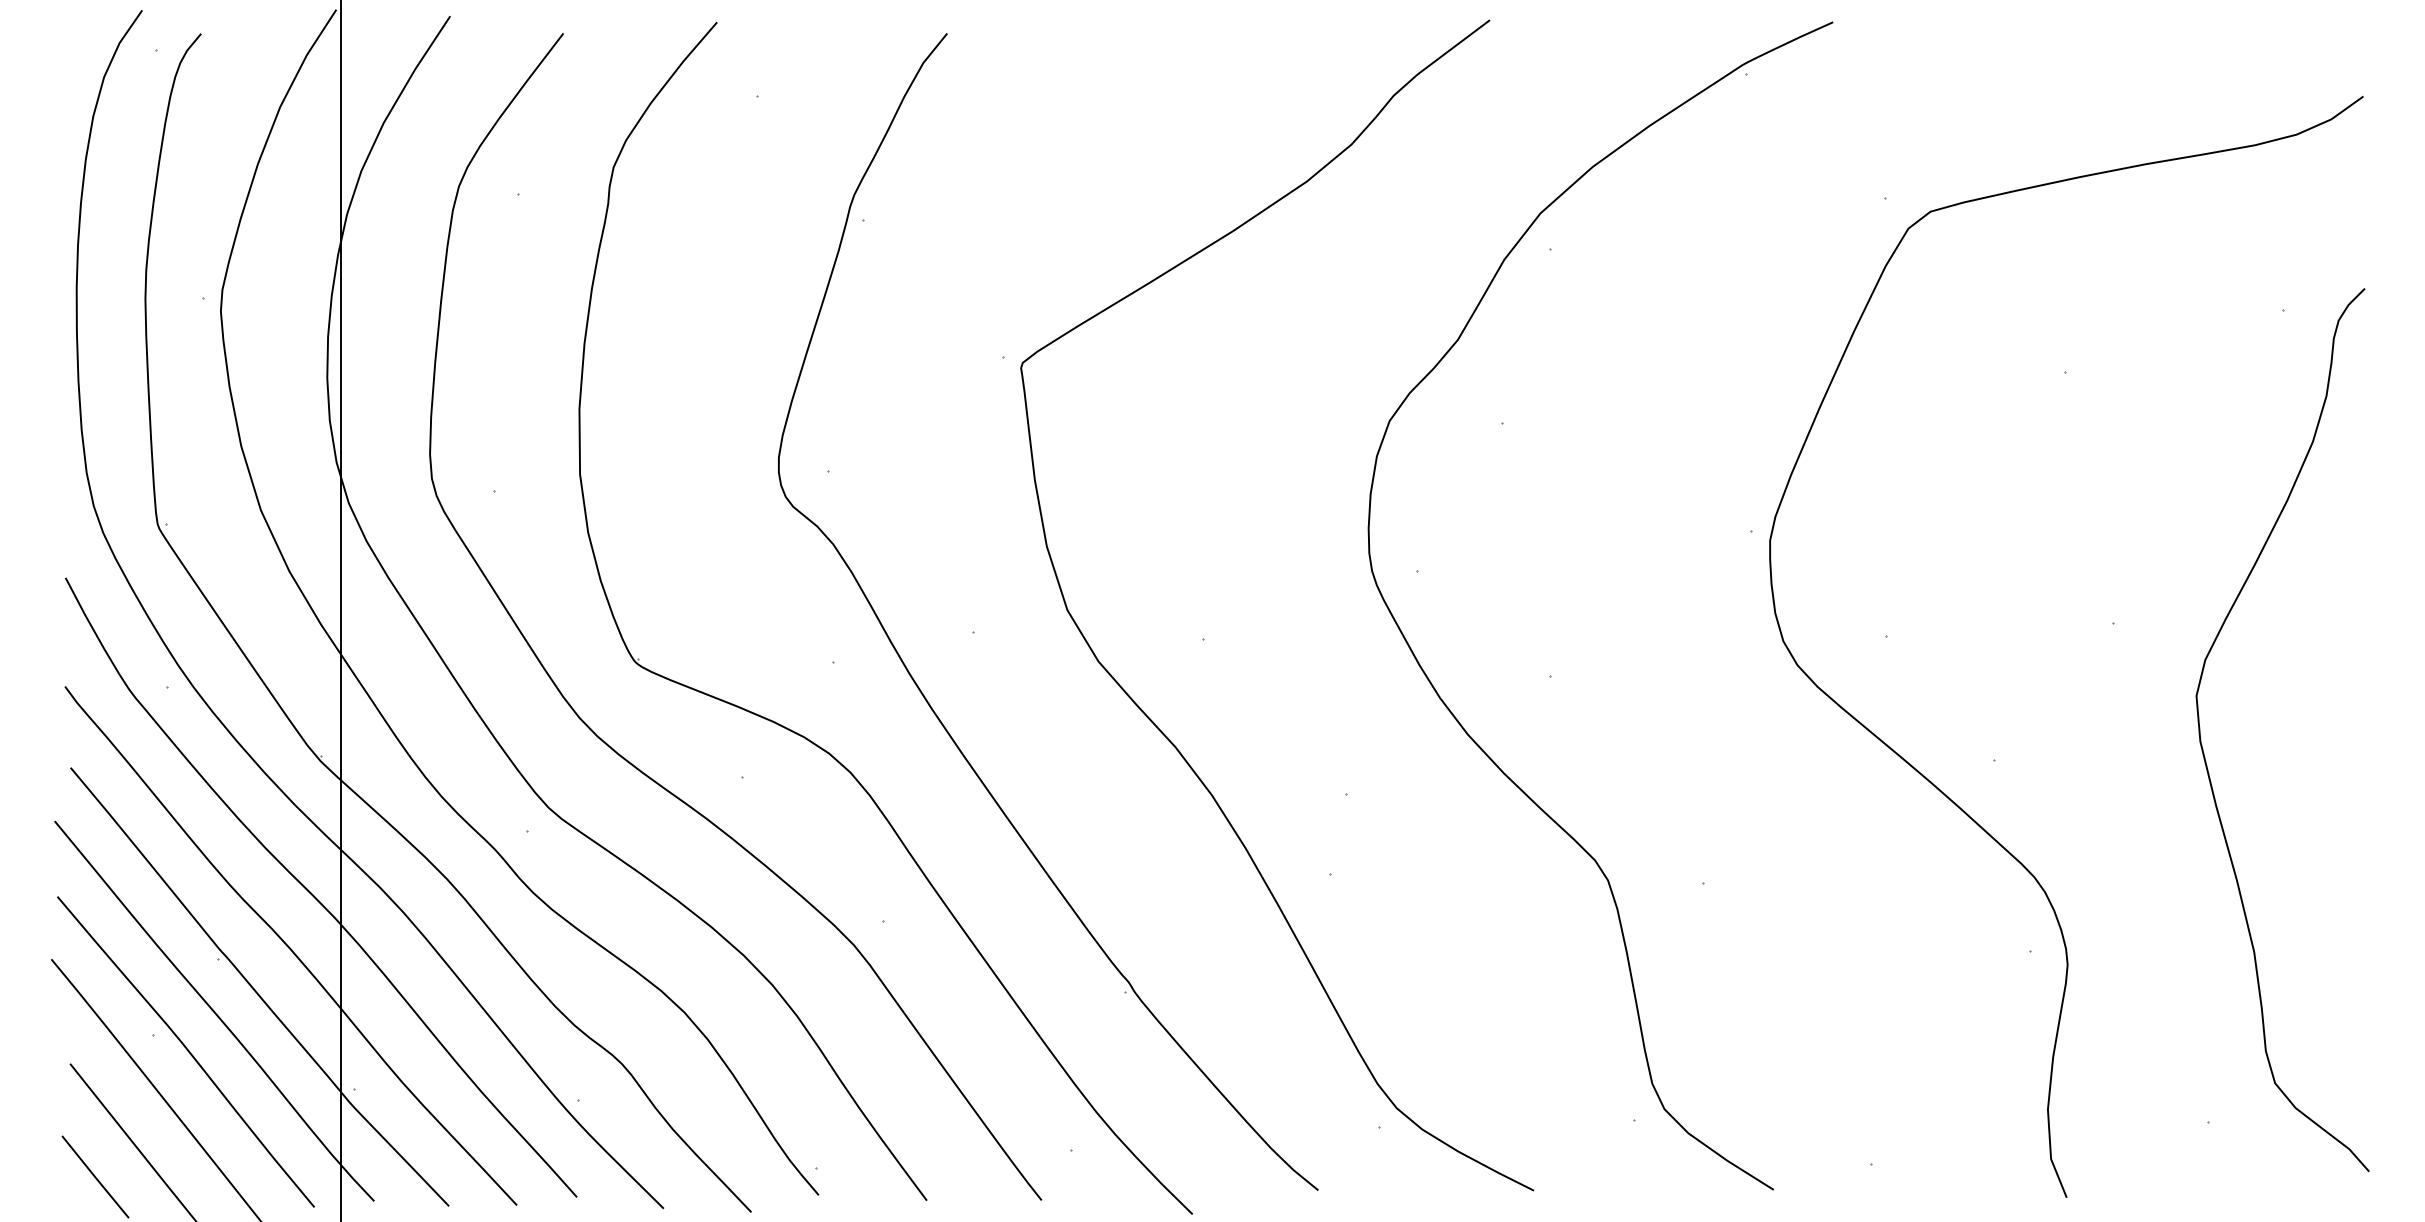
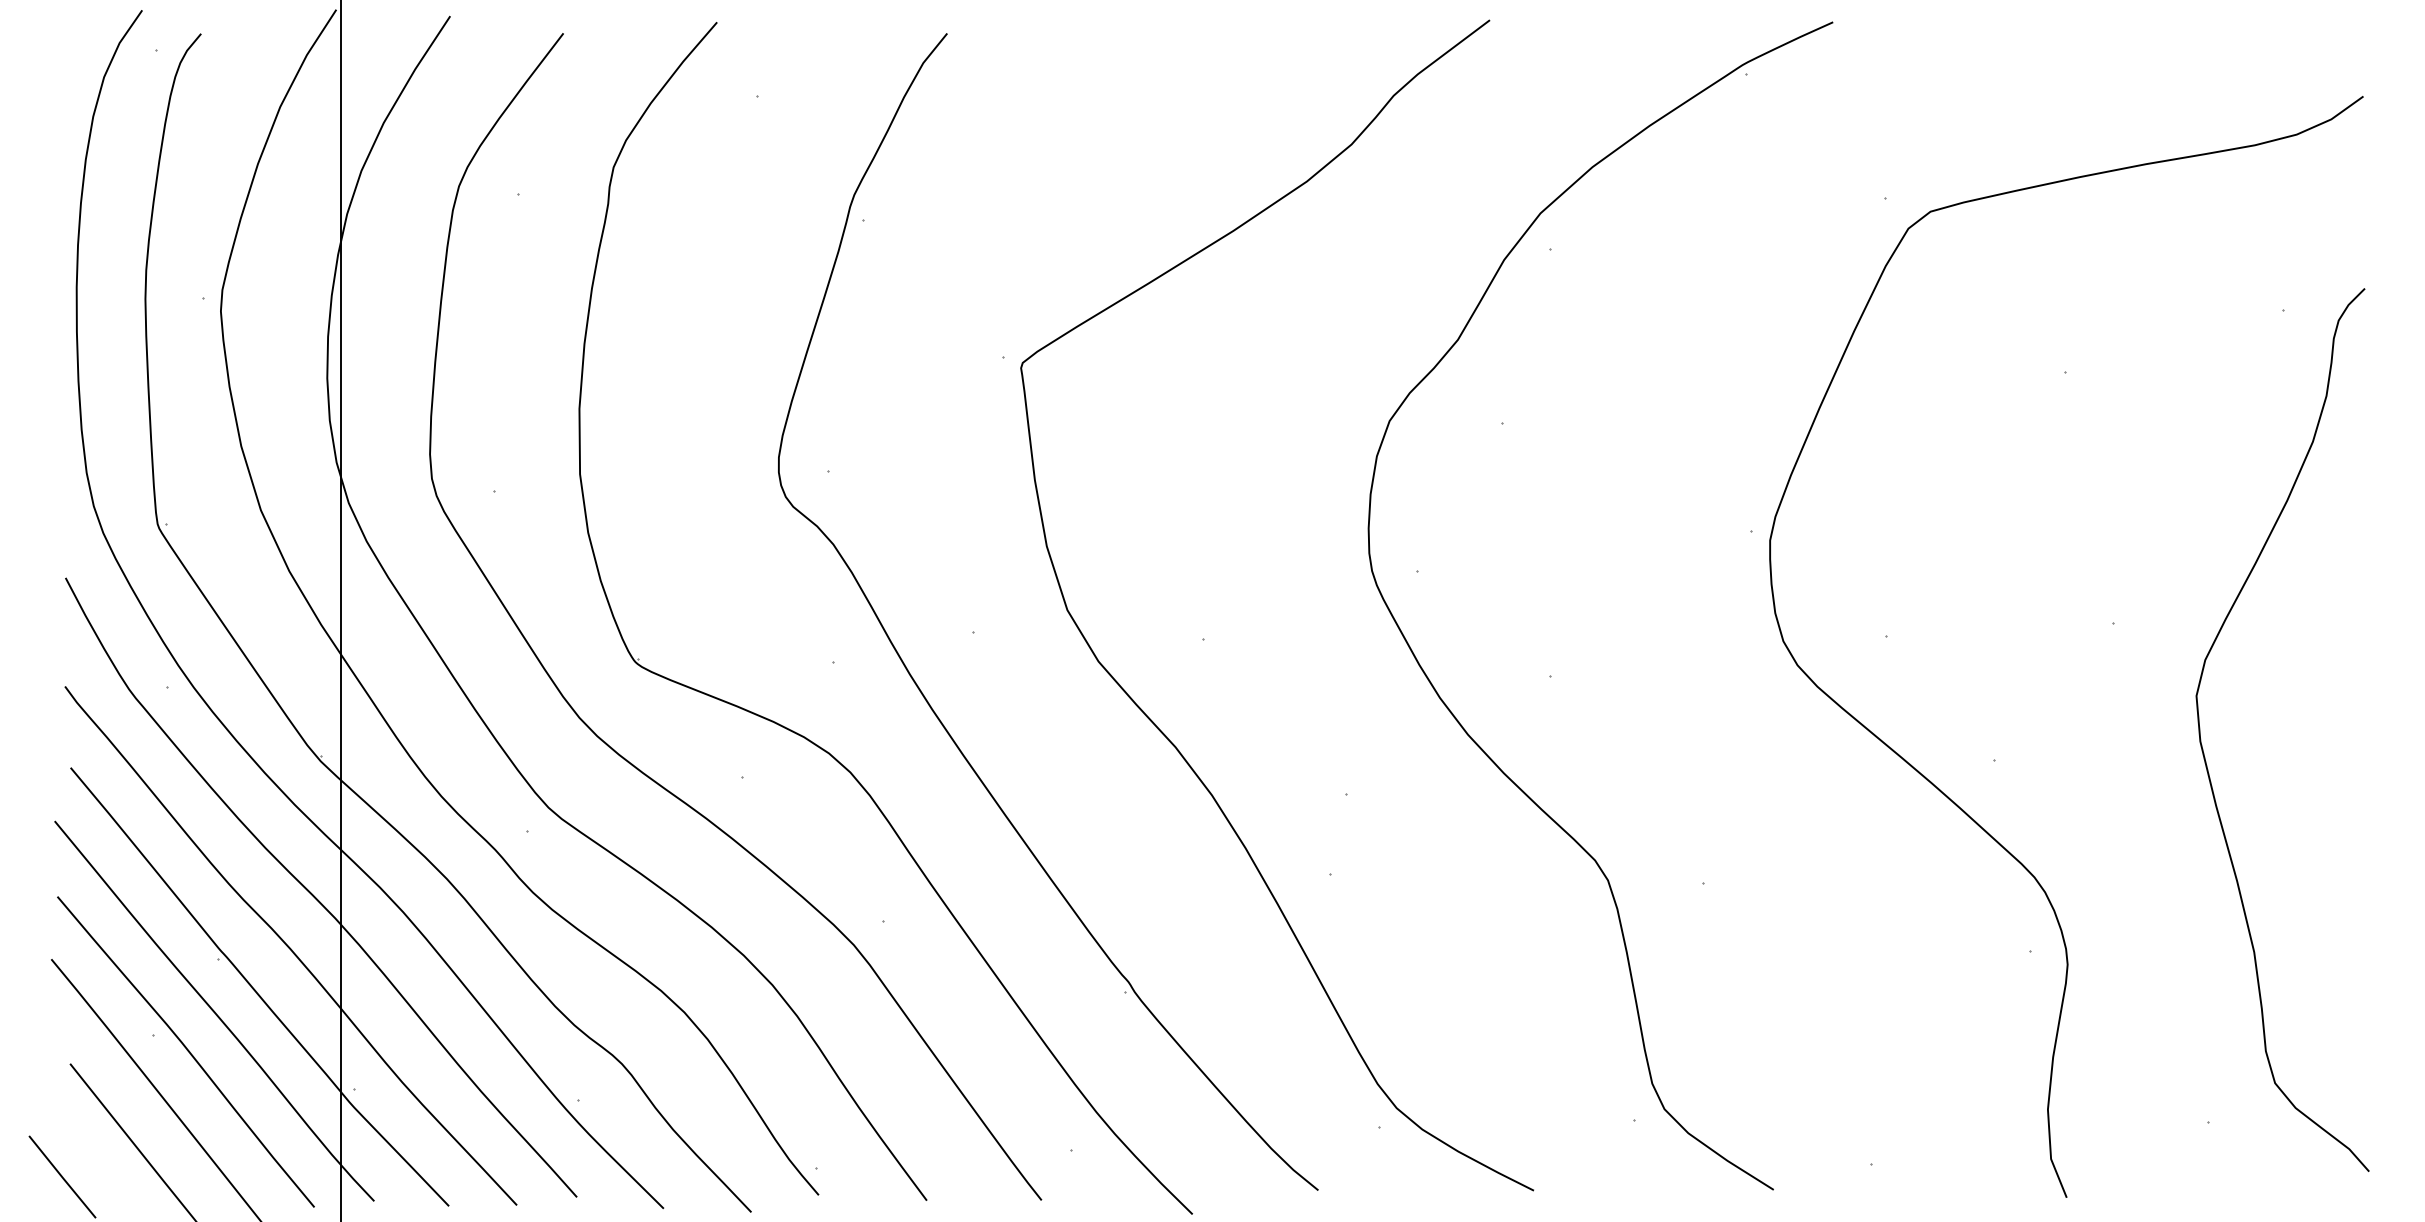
line at (95, 1176) position: (95, 1176) -> (62, 1176)
